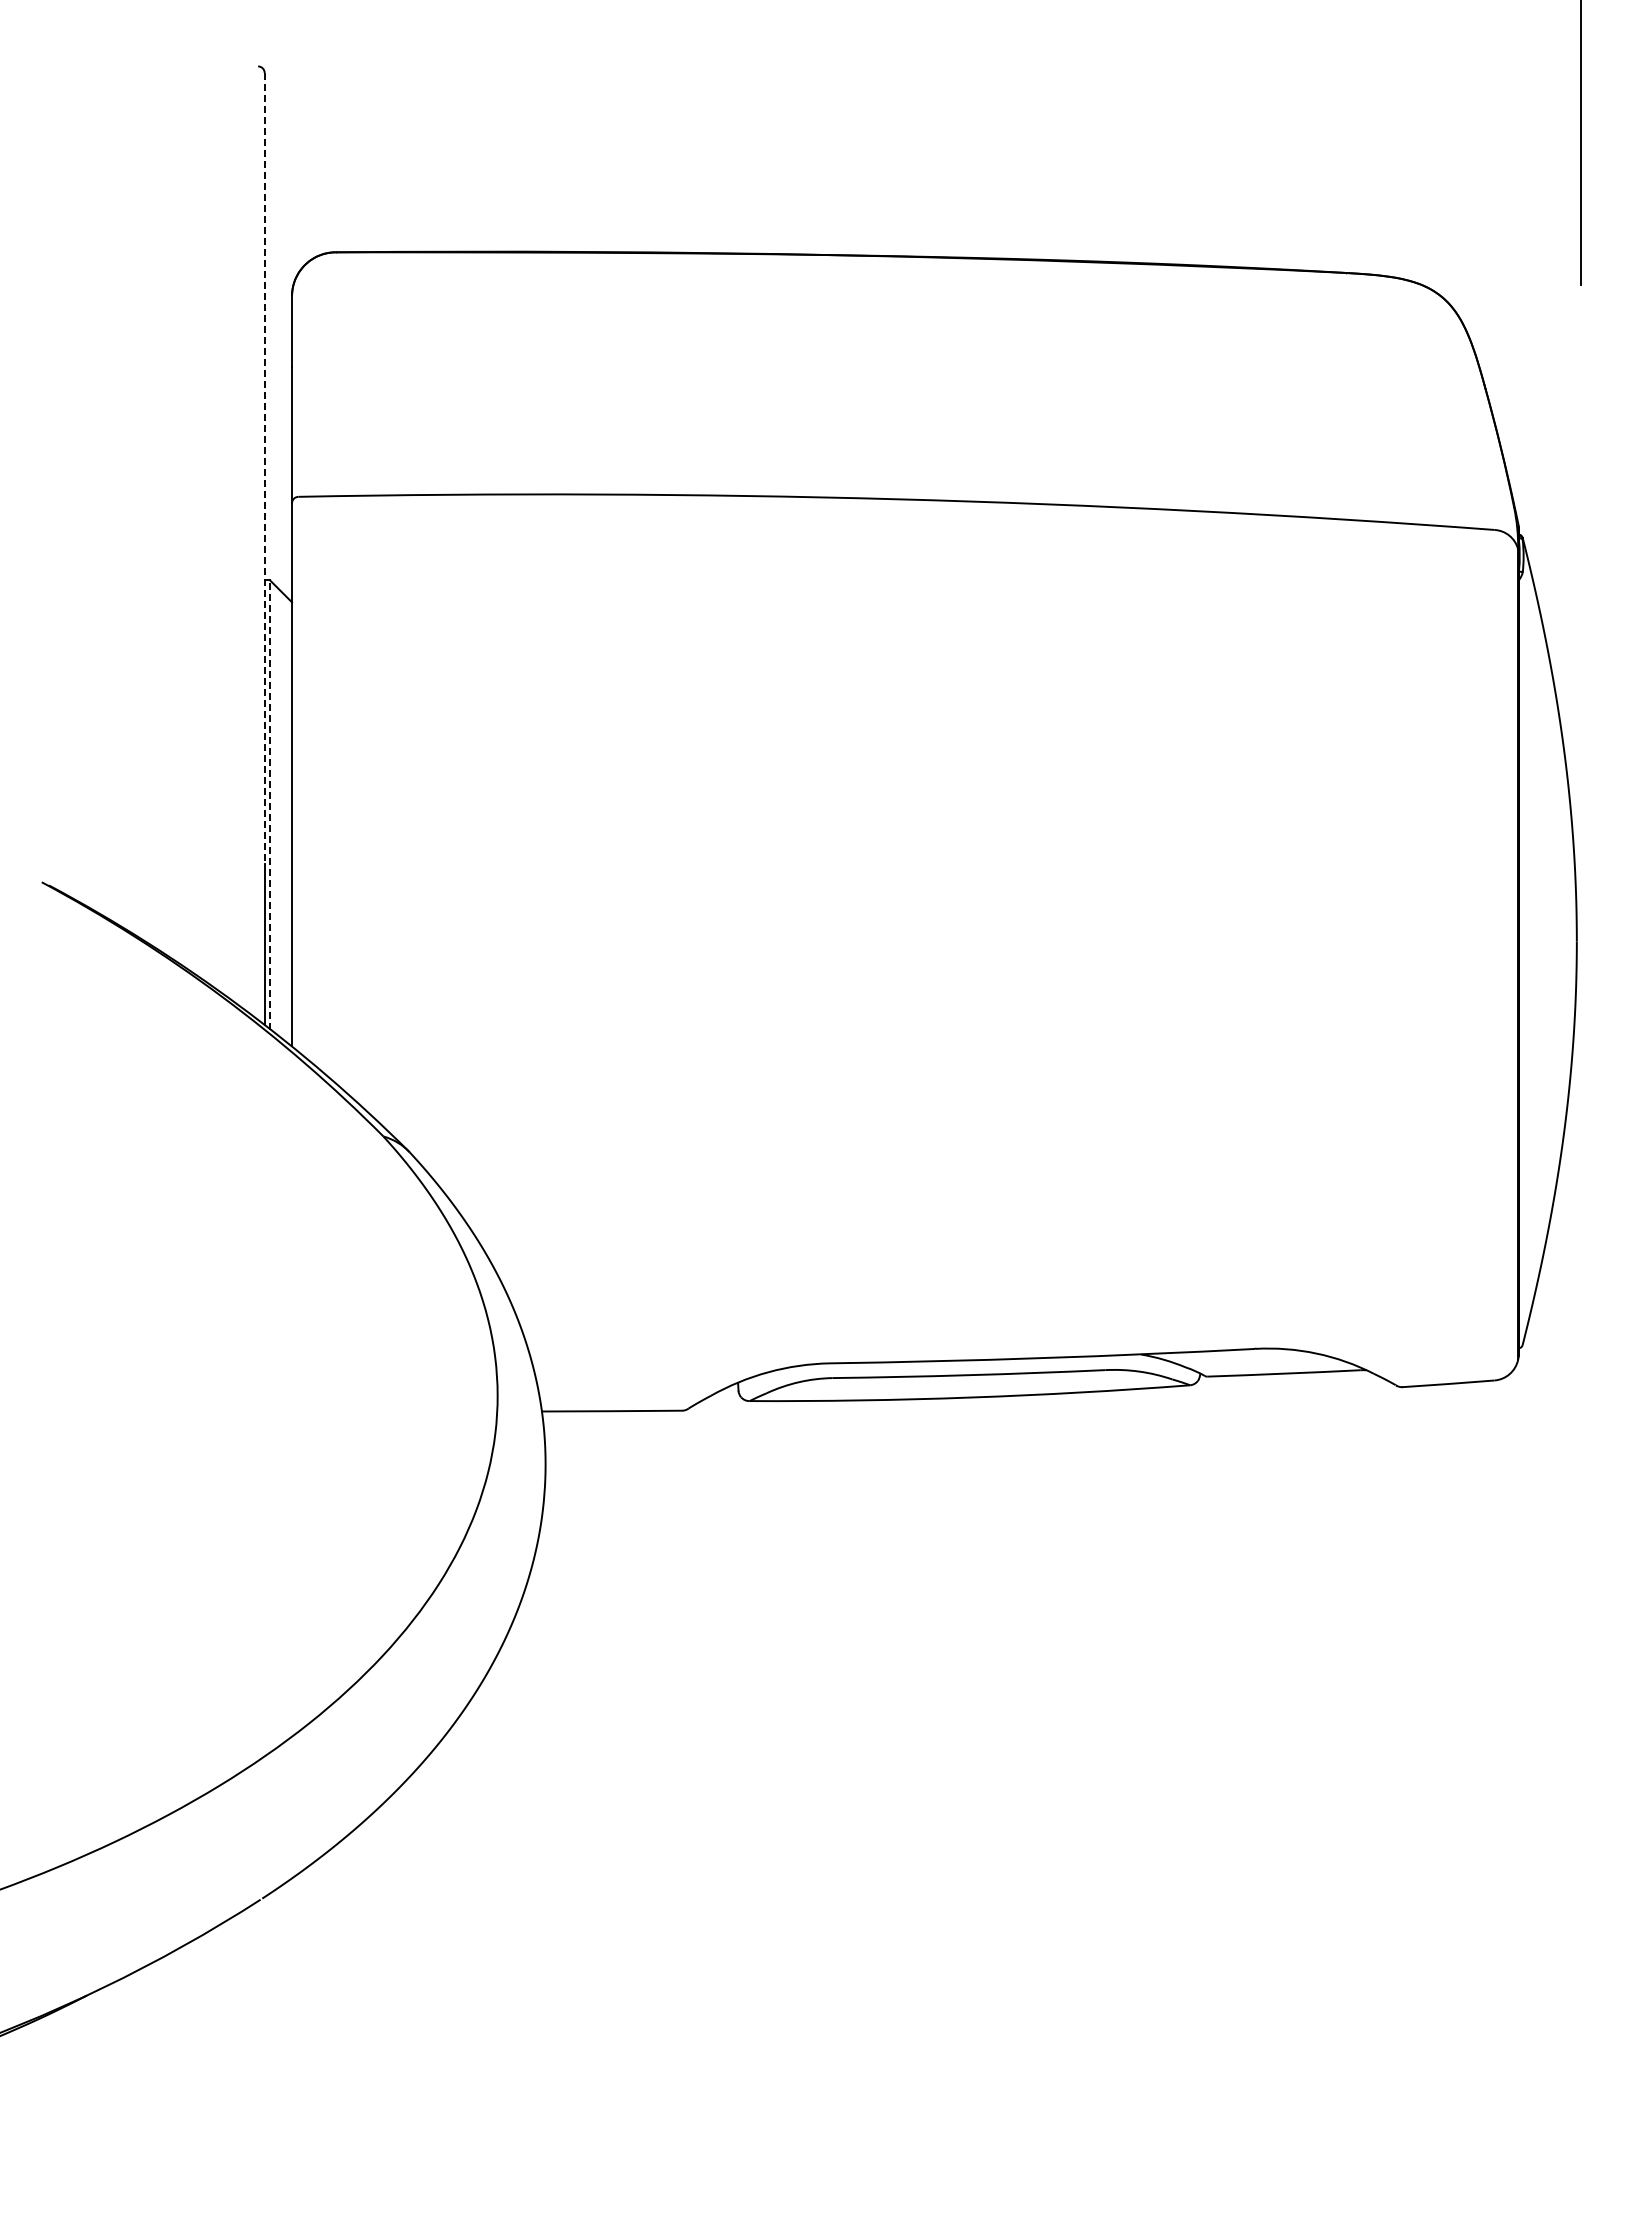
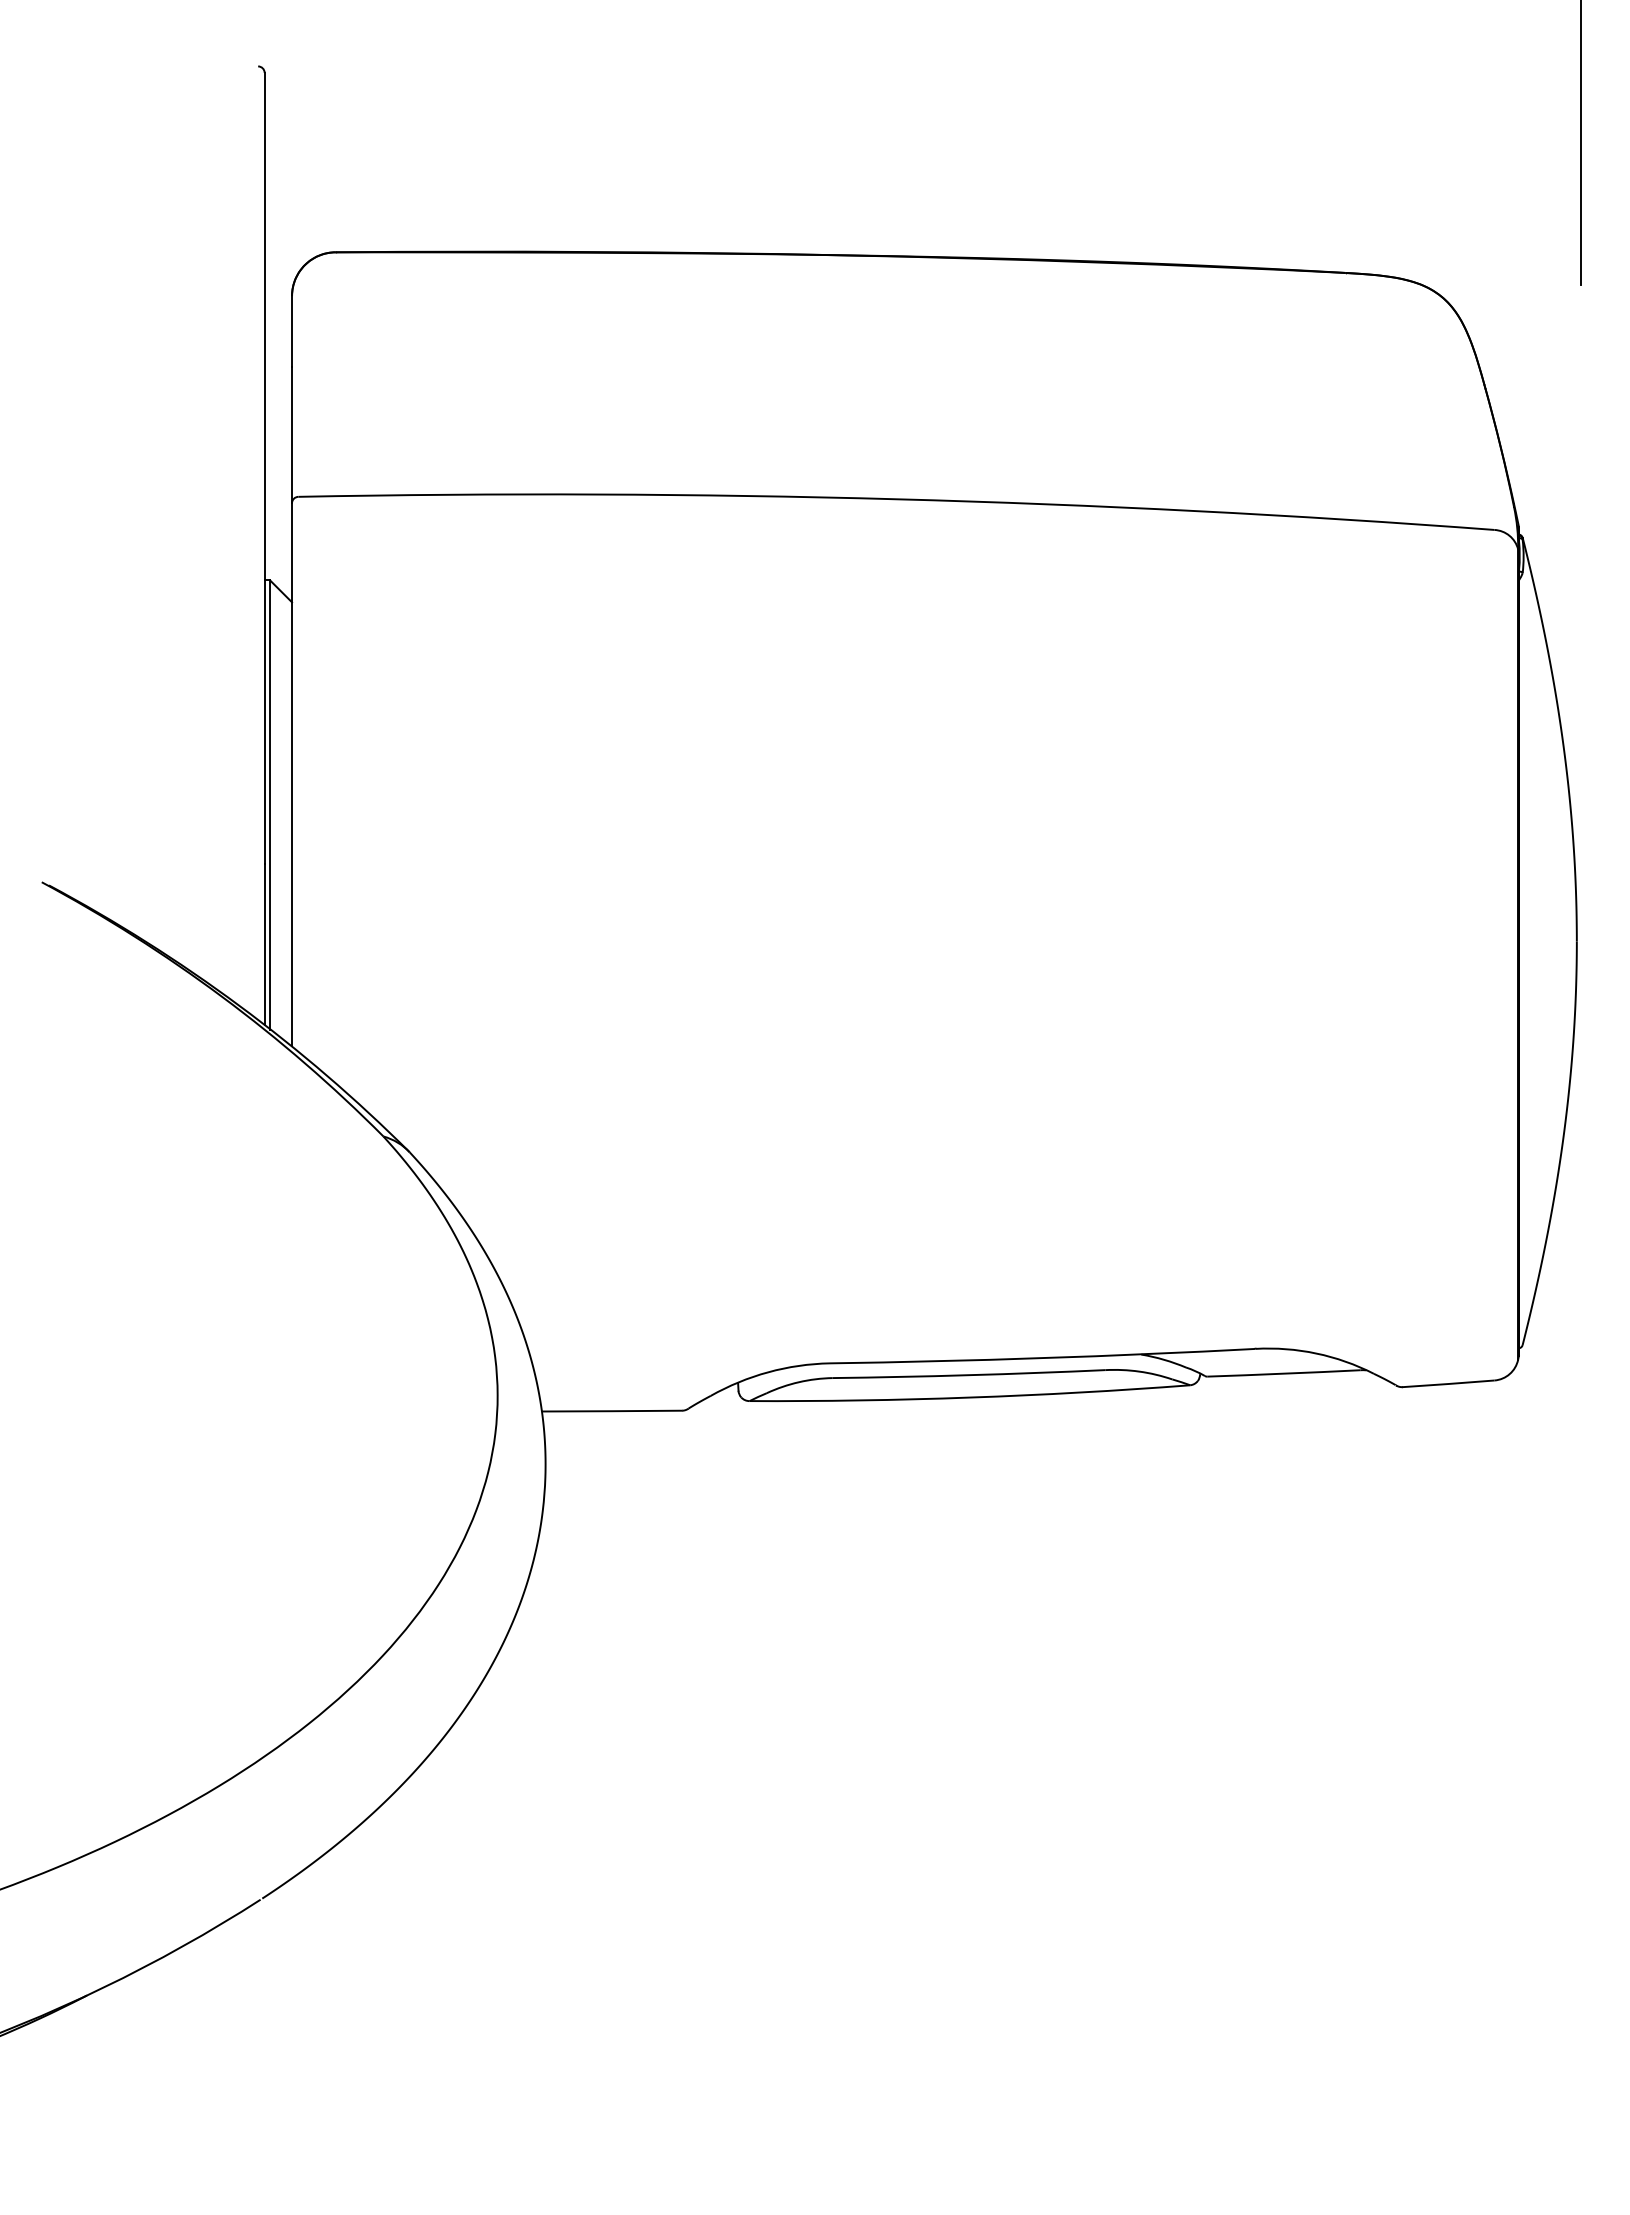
line at (264, 468): dashed -> solid
line at (270, 805): dashed -> solid
